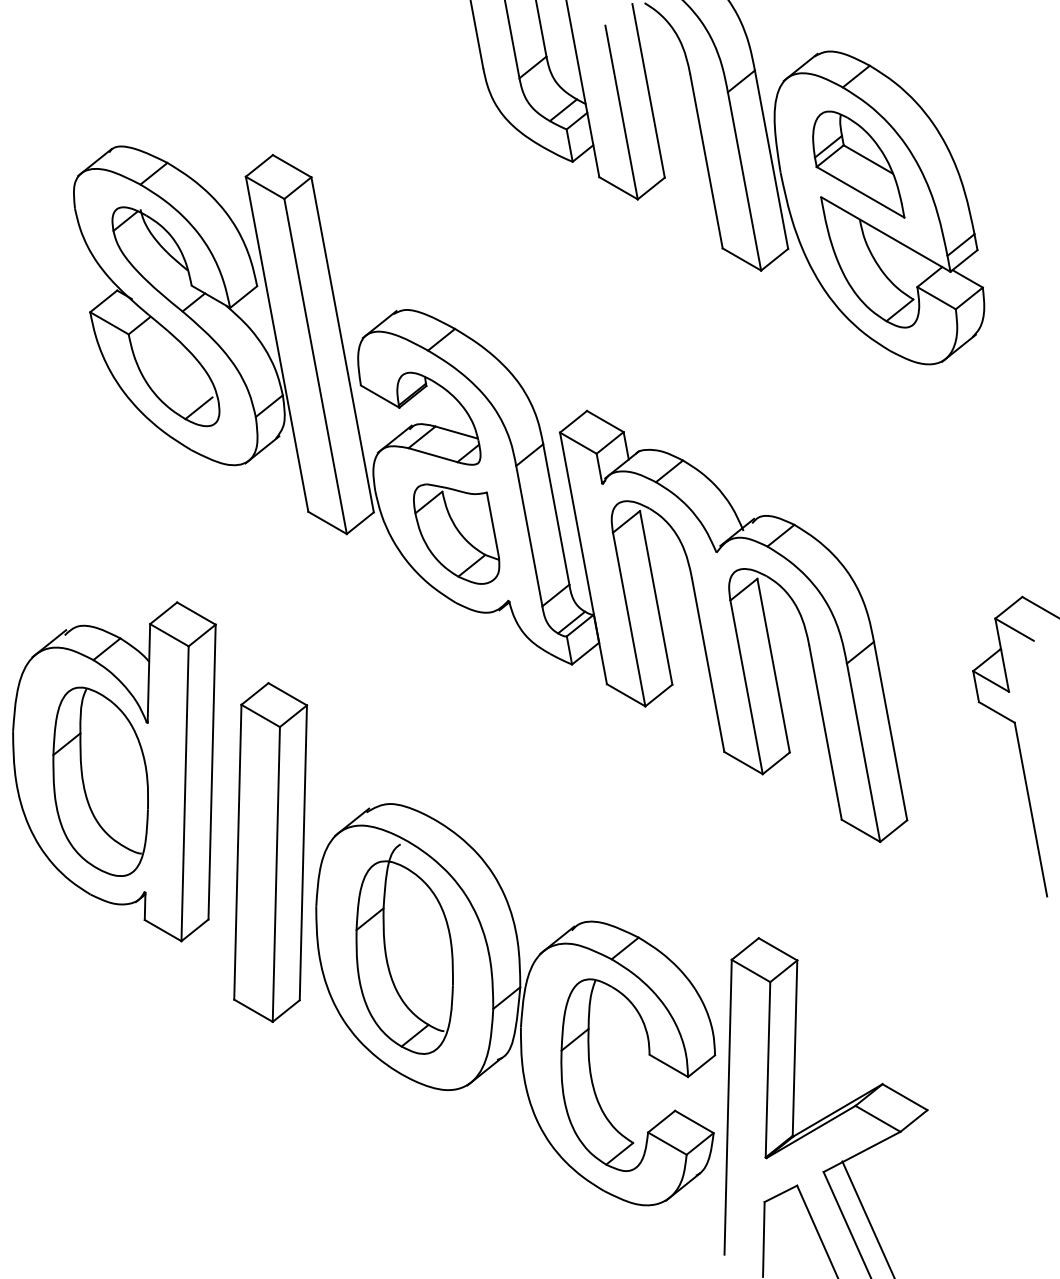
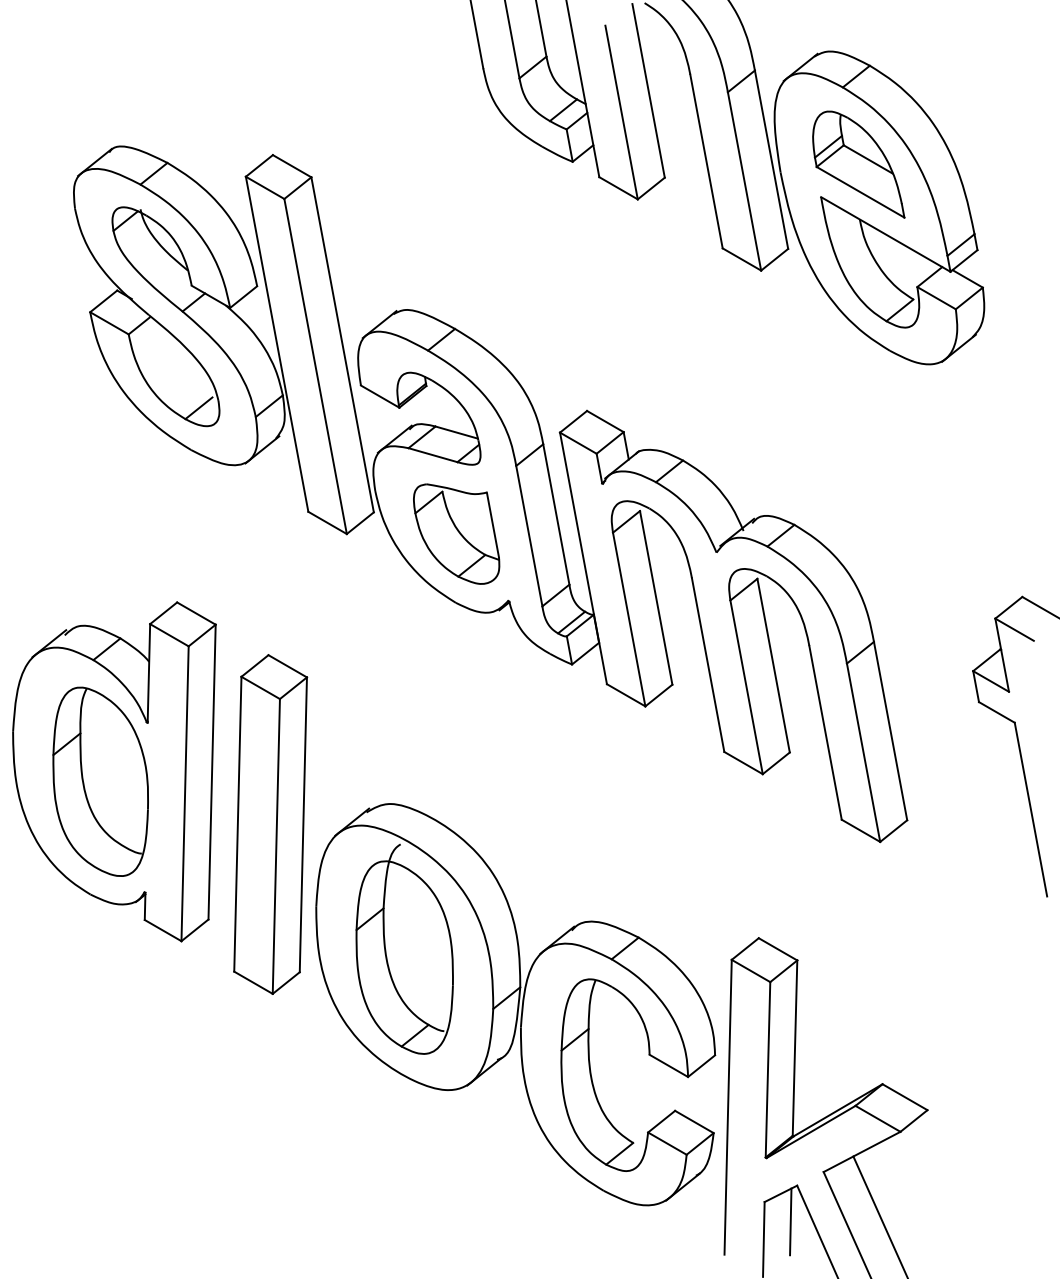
part at (270, 852) position: (270, 852) -> (270, 824)
line at (867, 1218) position: (867, 1218) -> (879, 1215)
line at (790, 1221): none -> present
